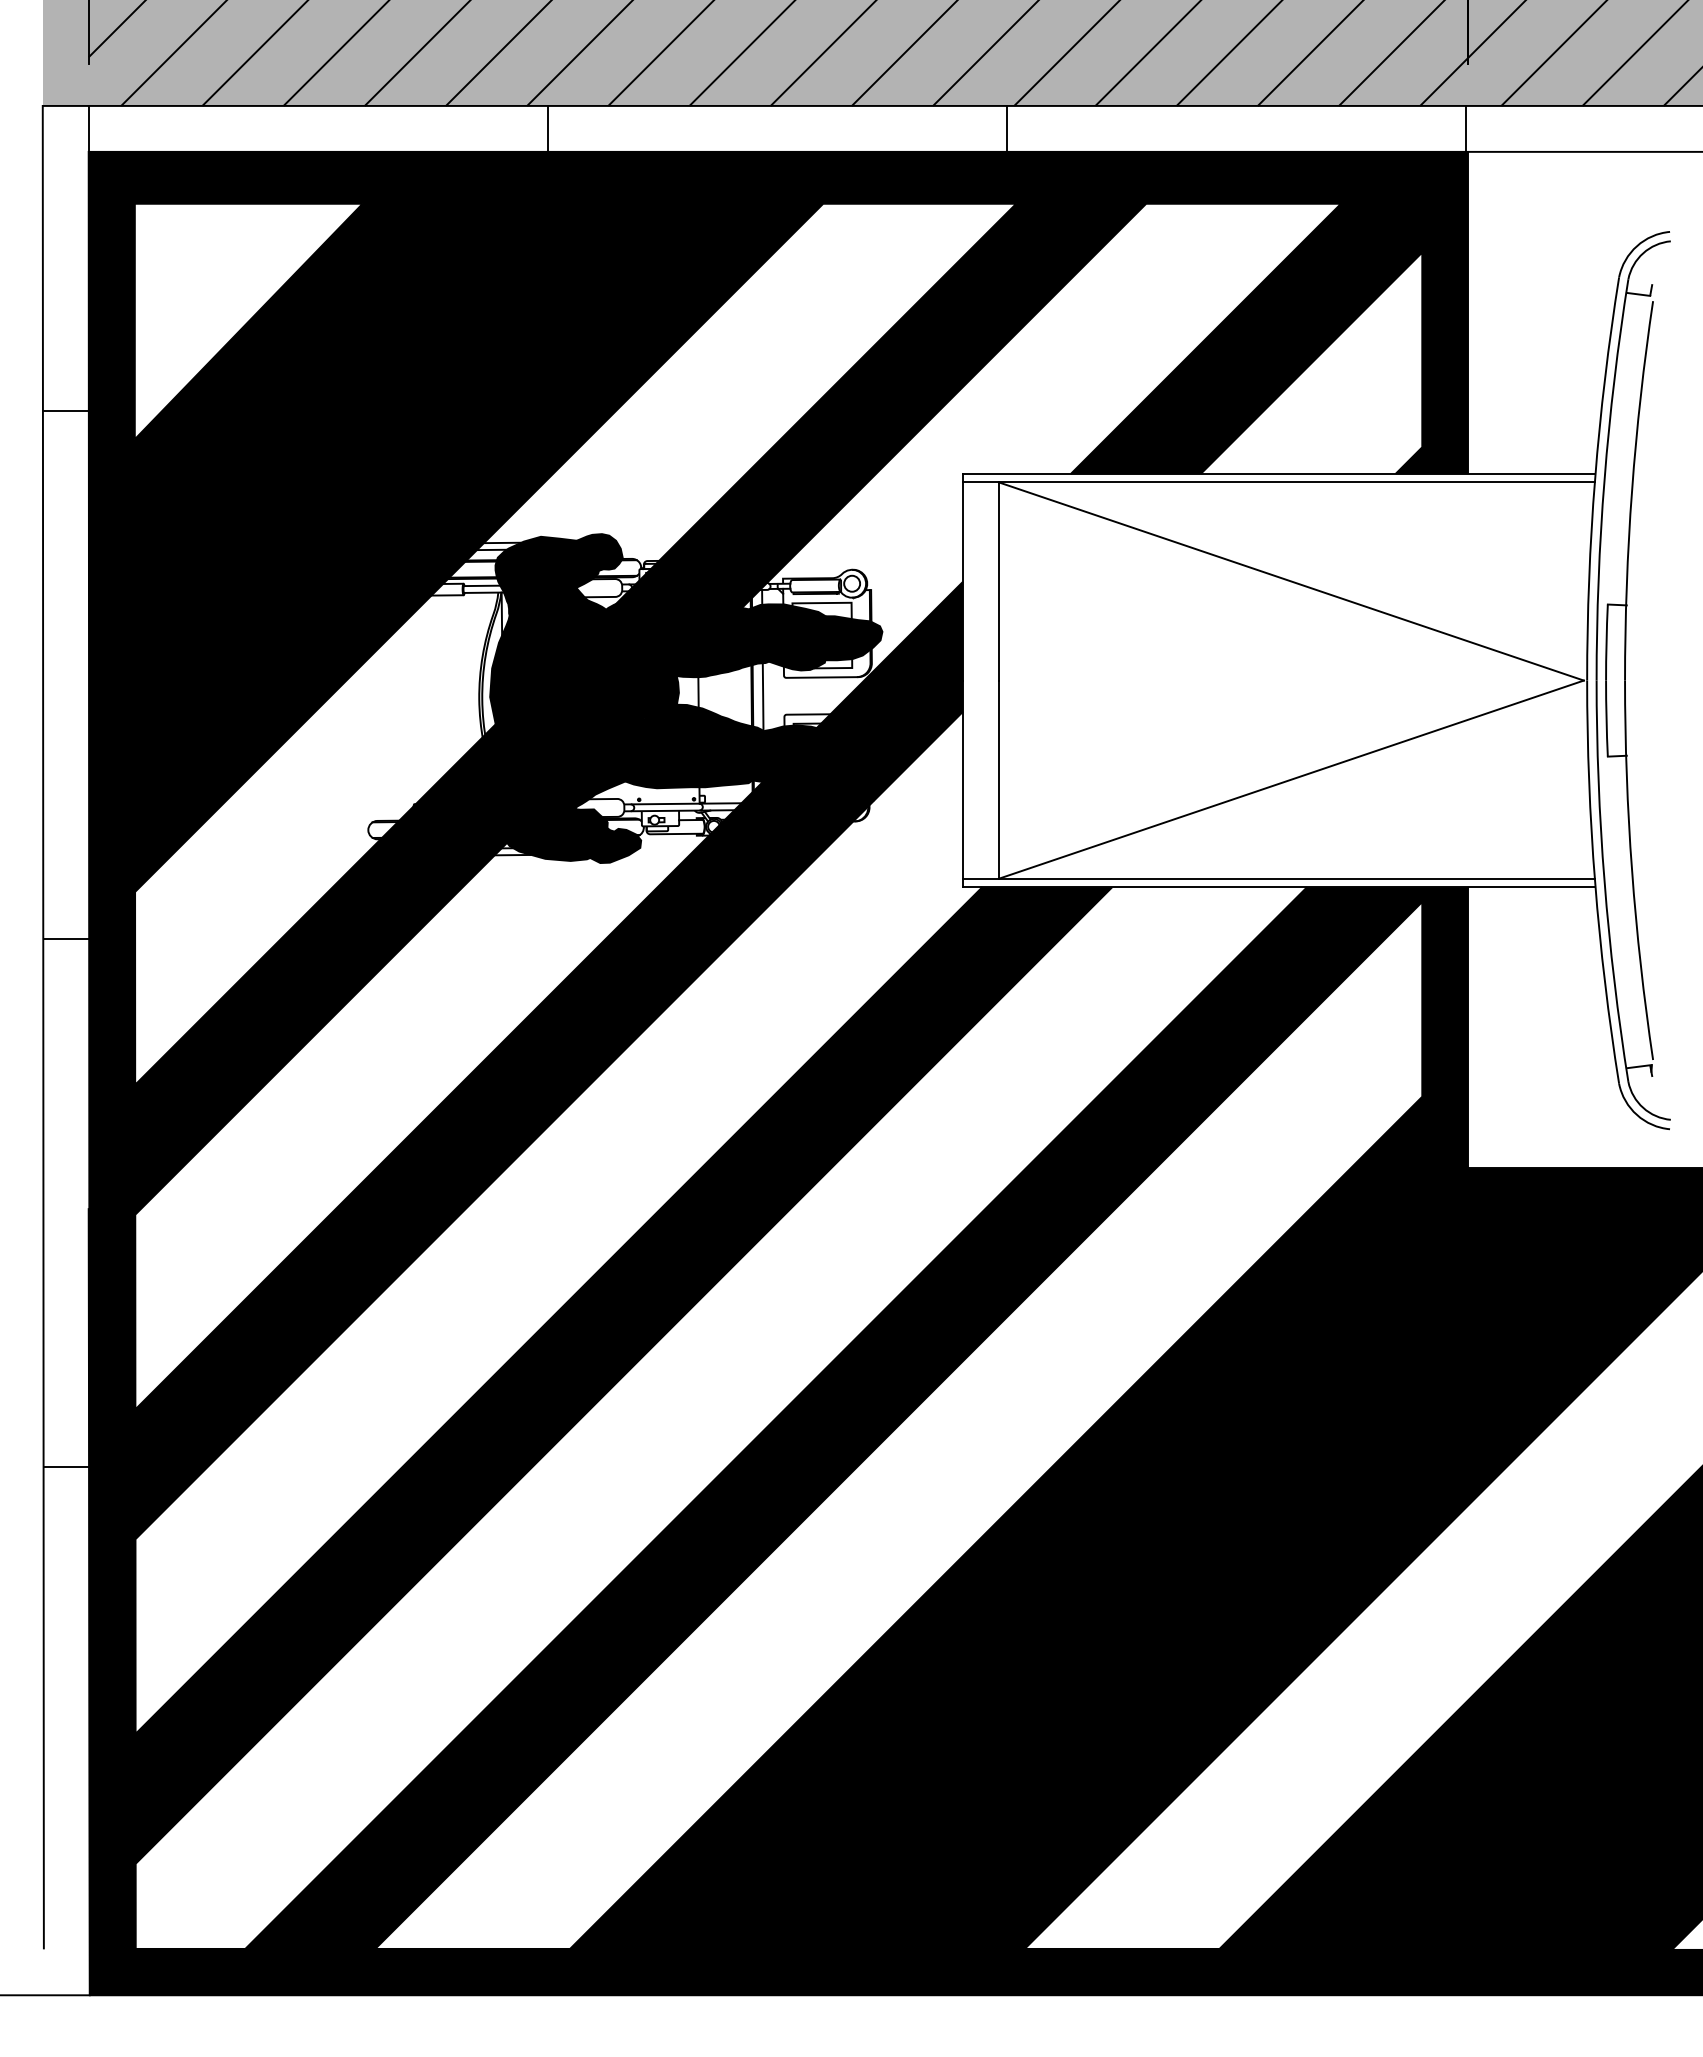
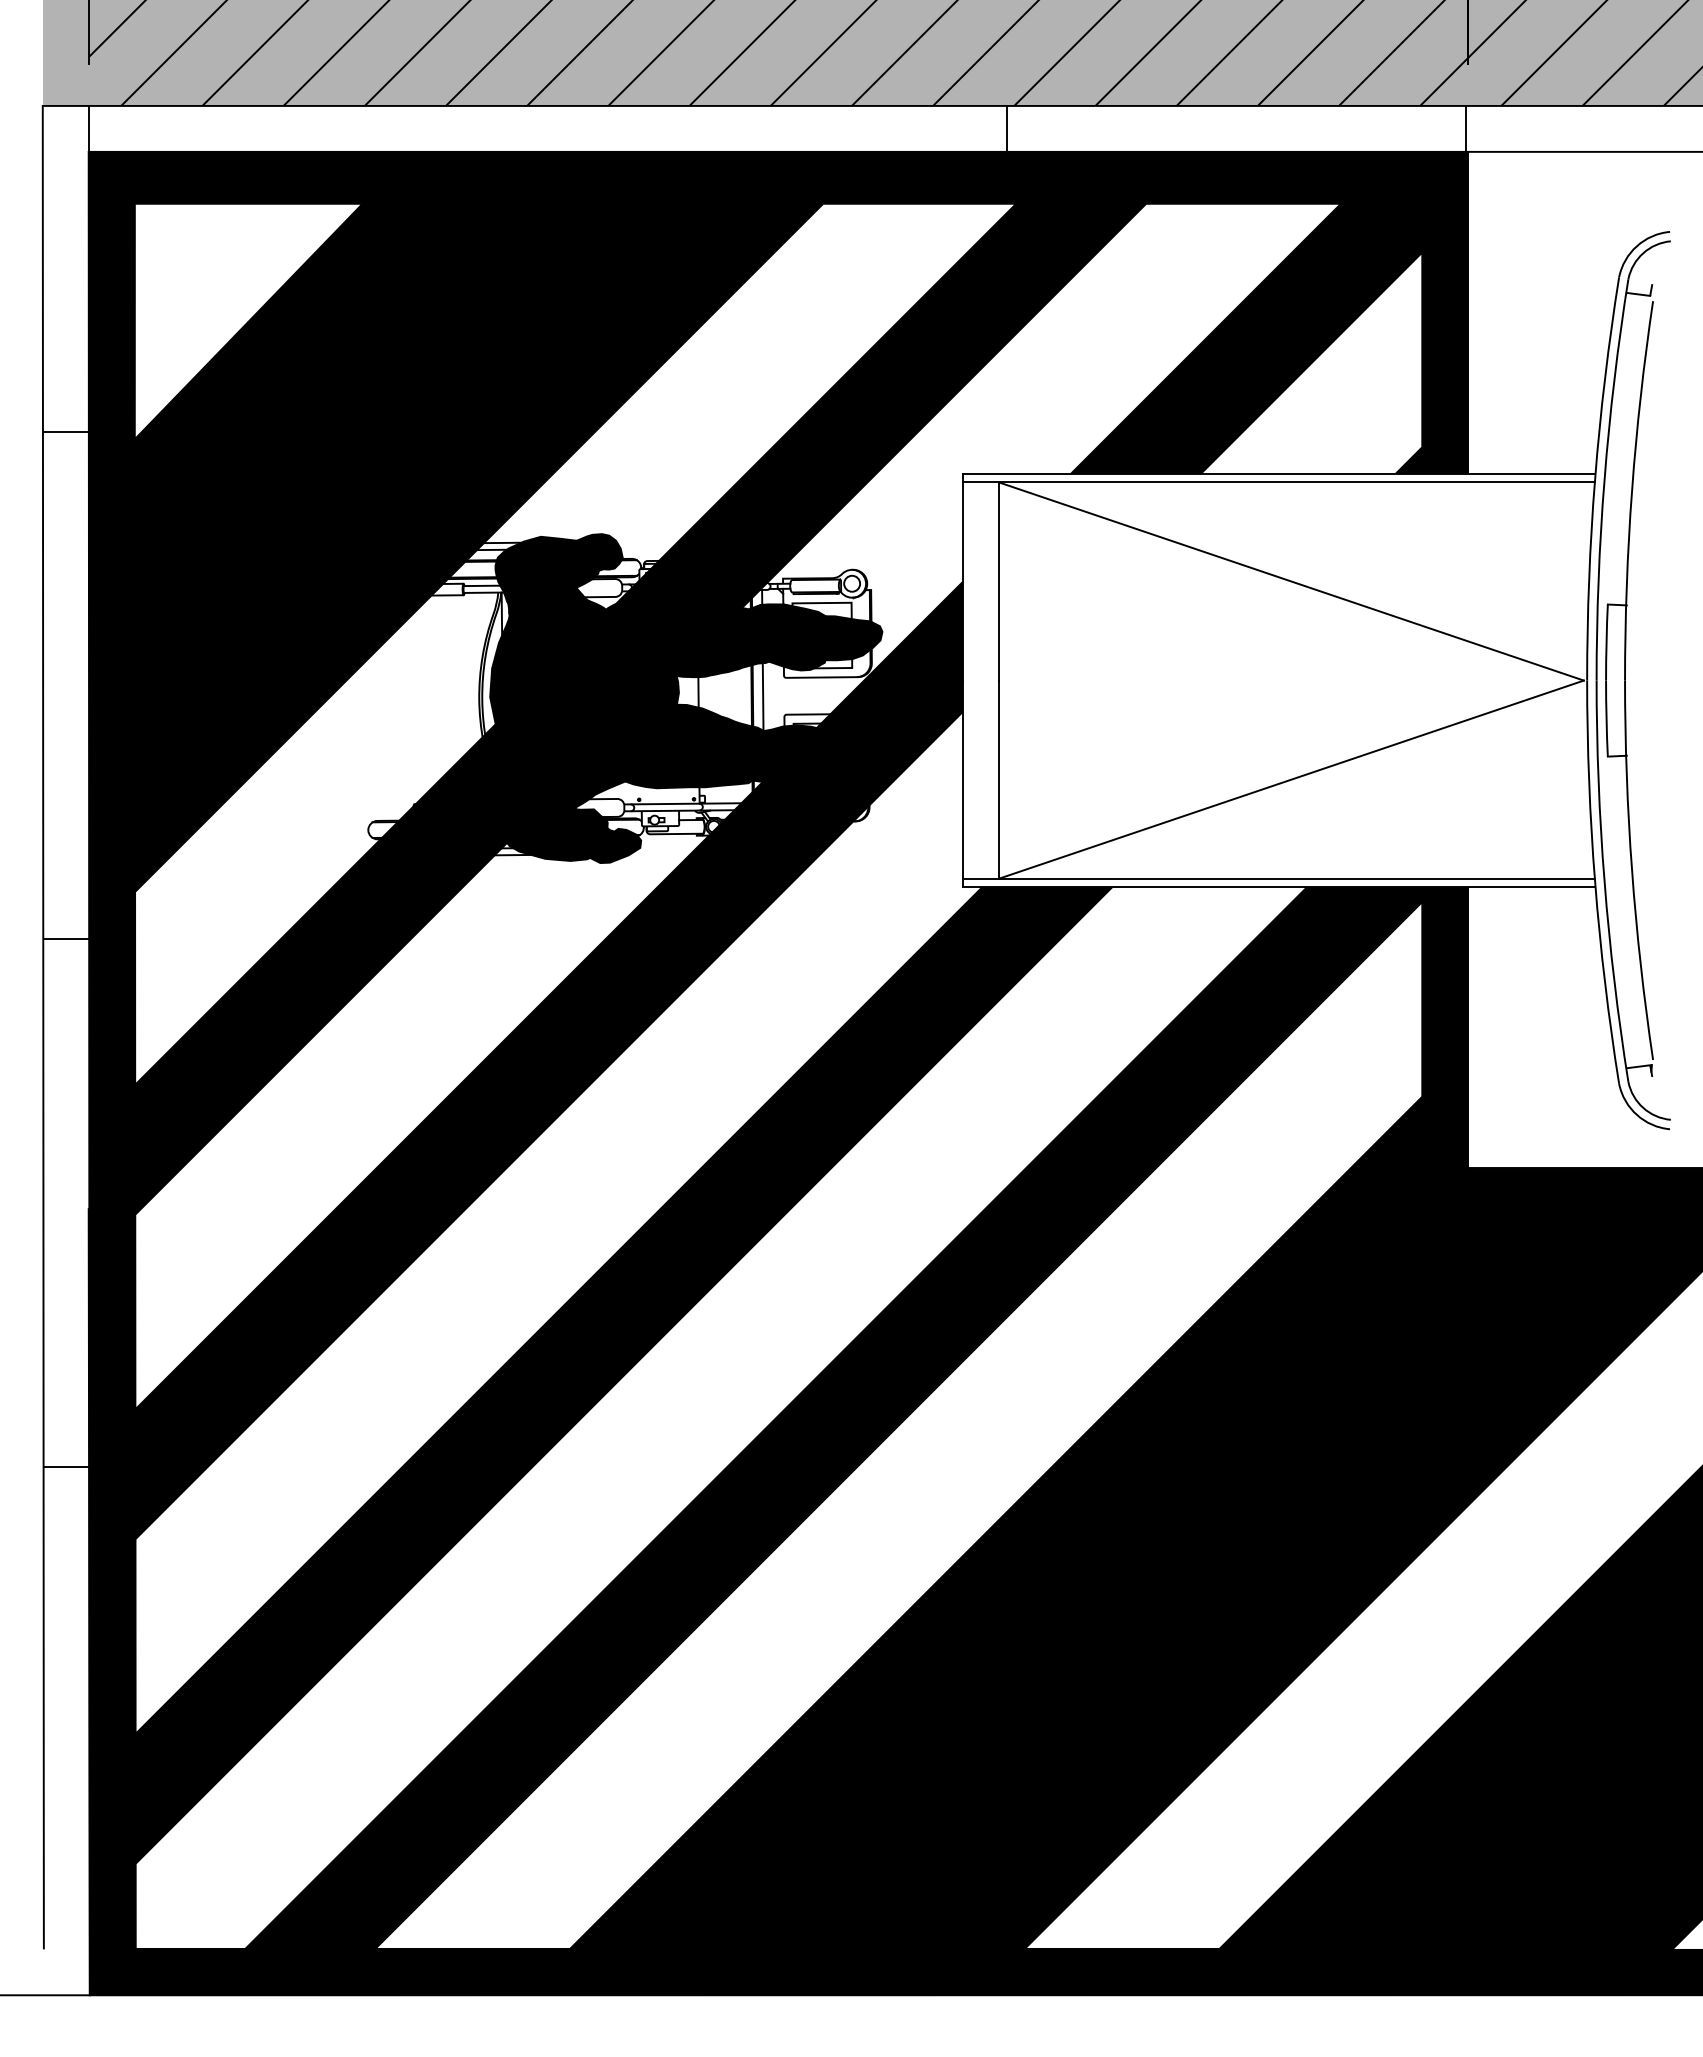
line at (547, 128): present -> none
line at (66, 410) position: (66, 410) -> (66, 431)
